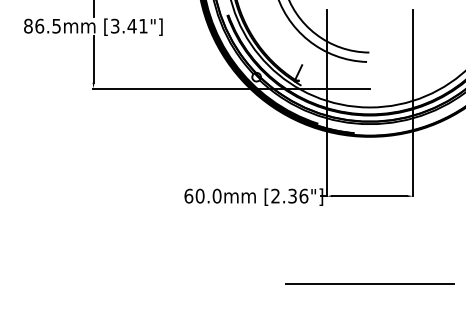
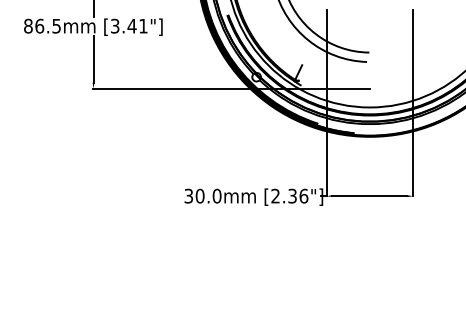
text at (188, 195): 60.0mm -> 30.0mm
line at (369, 283): present -> none
